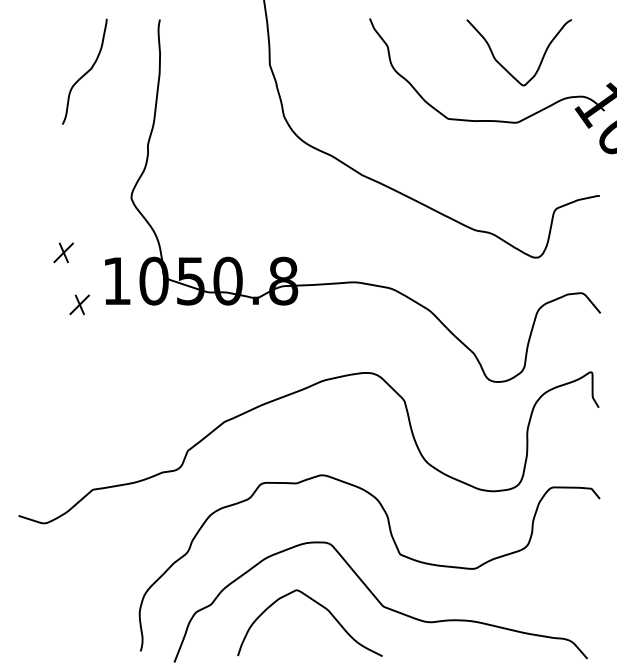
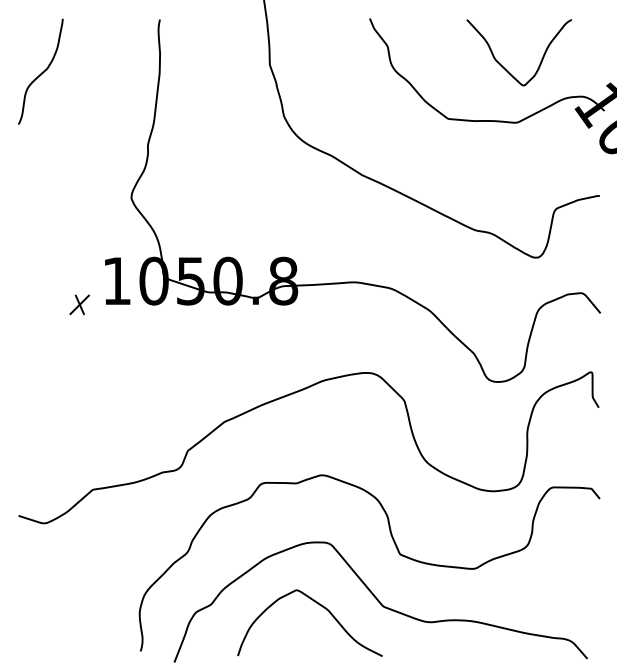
curve at (85, 72) position: (85, 72) -> (41, 72)
part at (63, 252): present -> none
